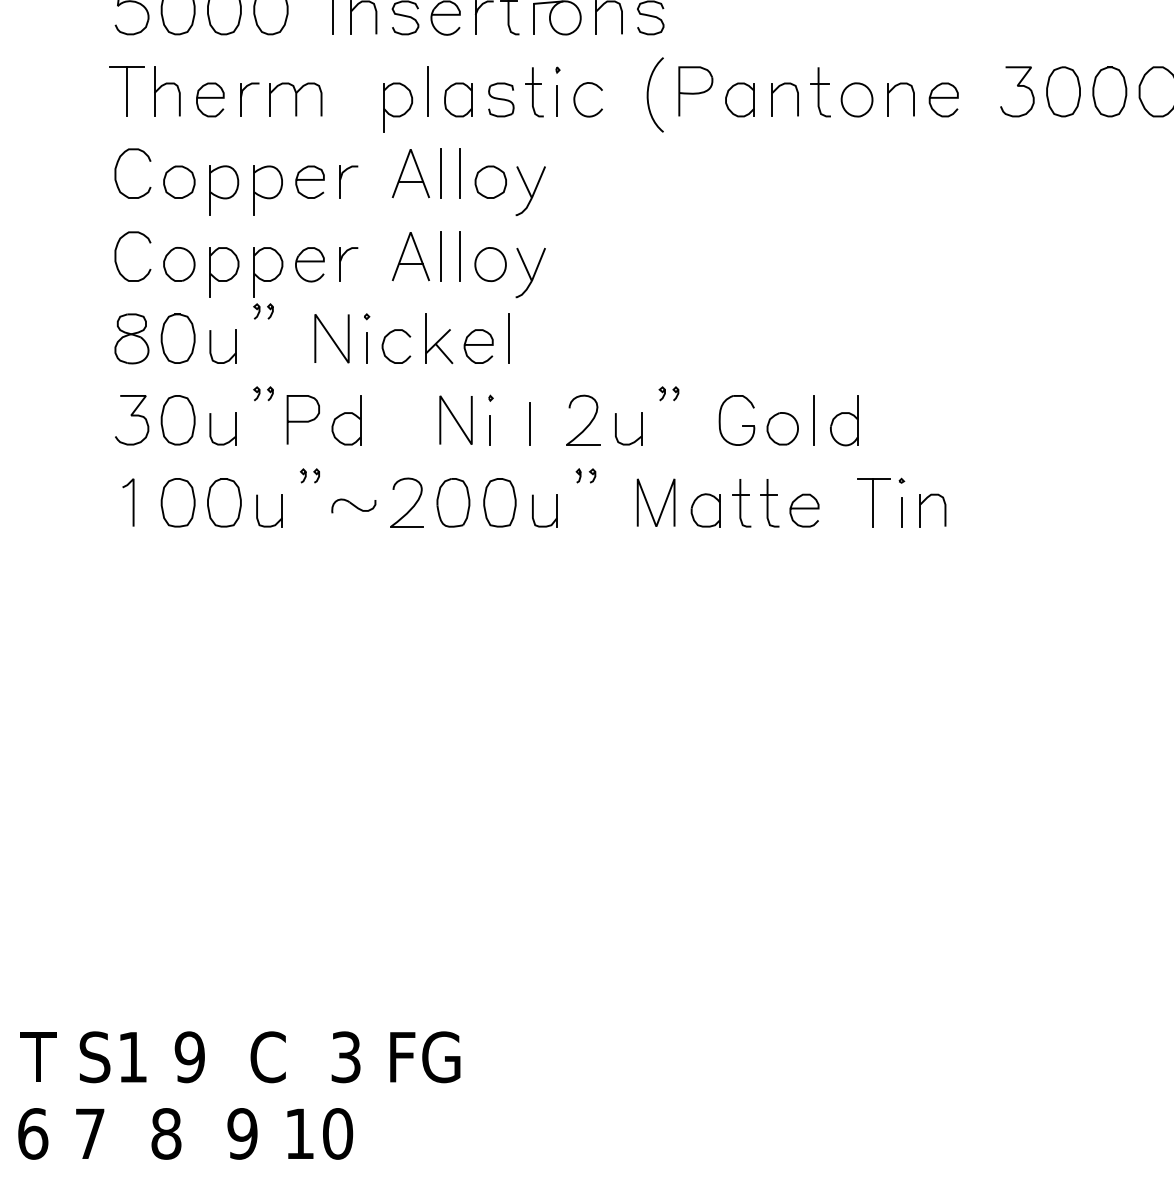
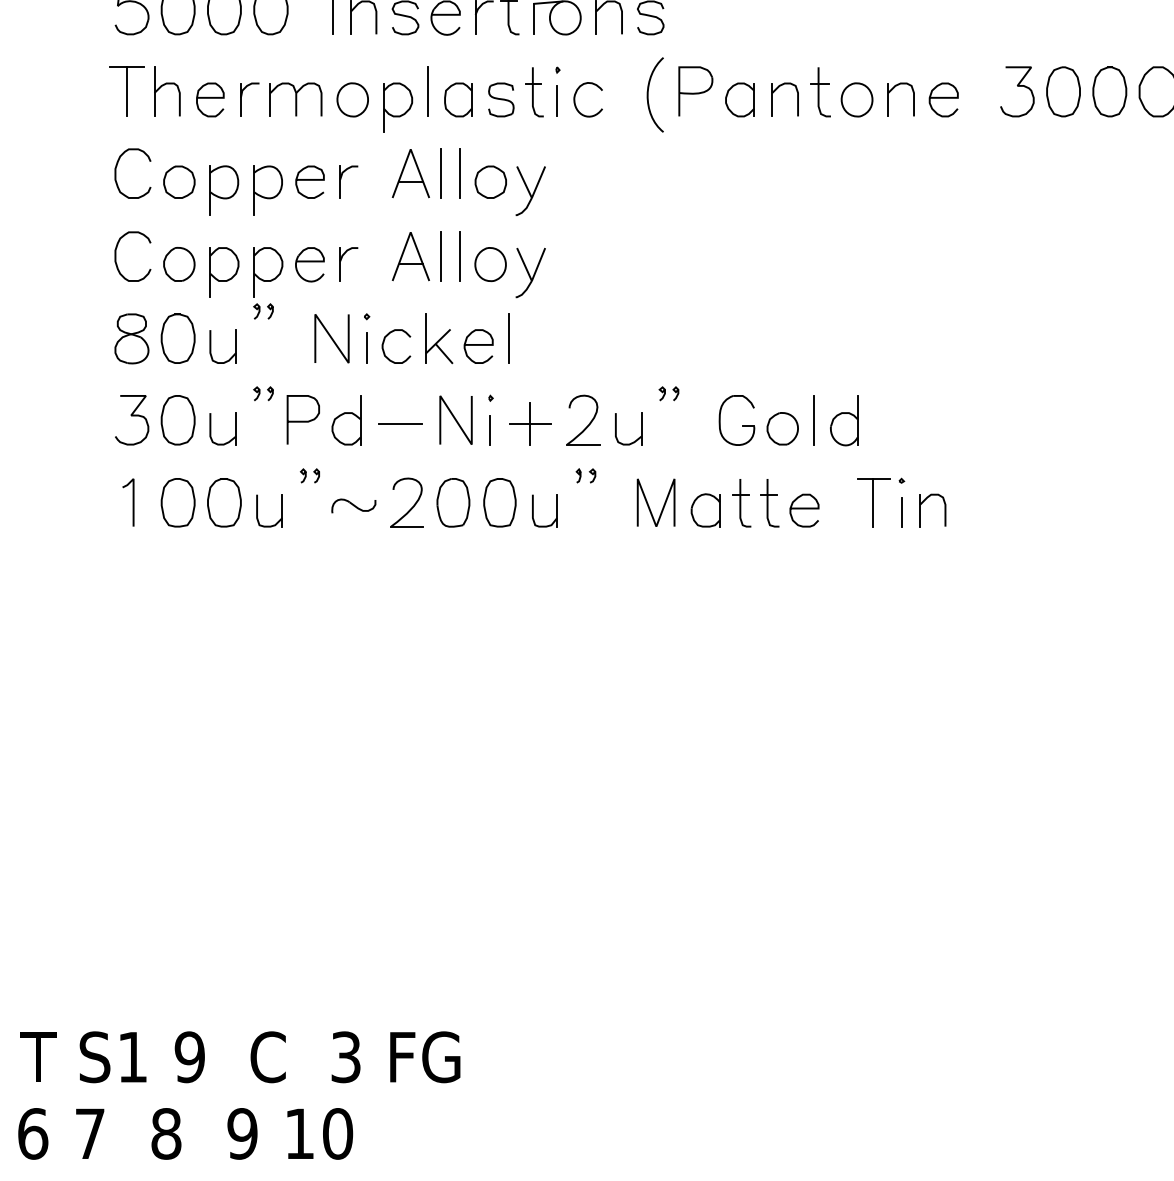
part at (352, 99): none -> present
line at (400, 424): none -> present
line at (530, 424): none -> present
